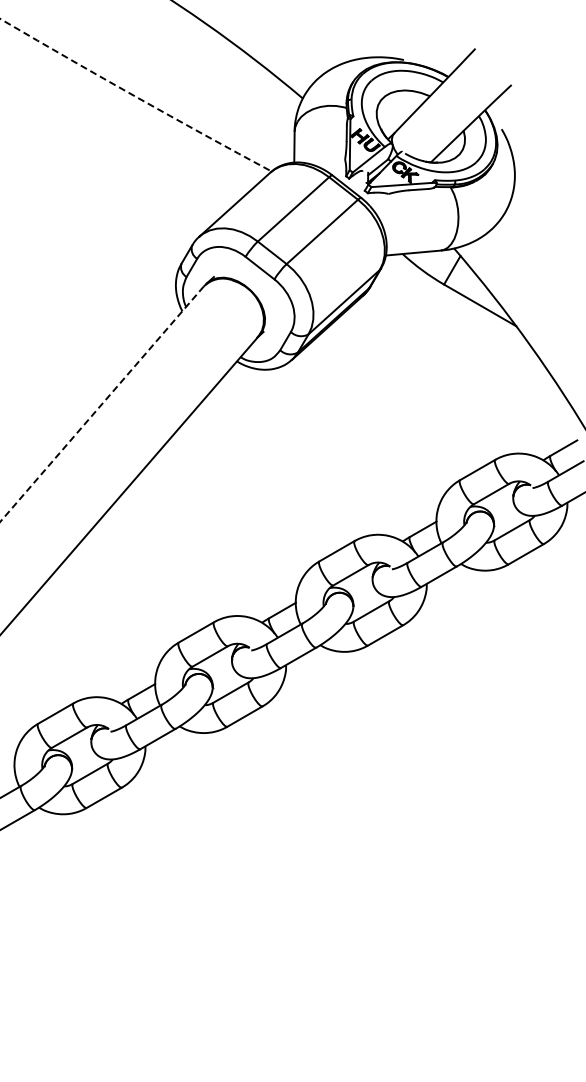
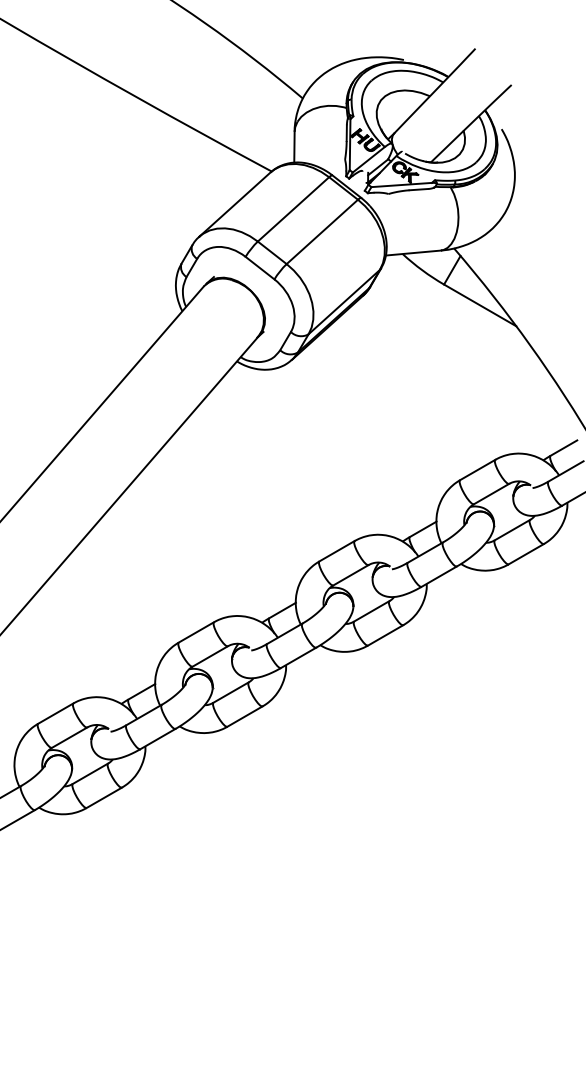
arc at (135, 96): dashed -> solid
line at (101, 404): dashed -> solid
